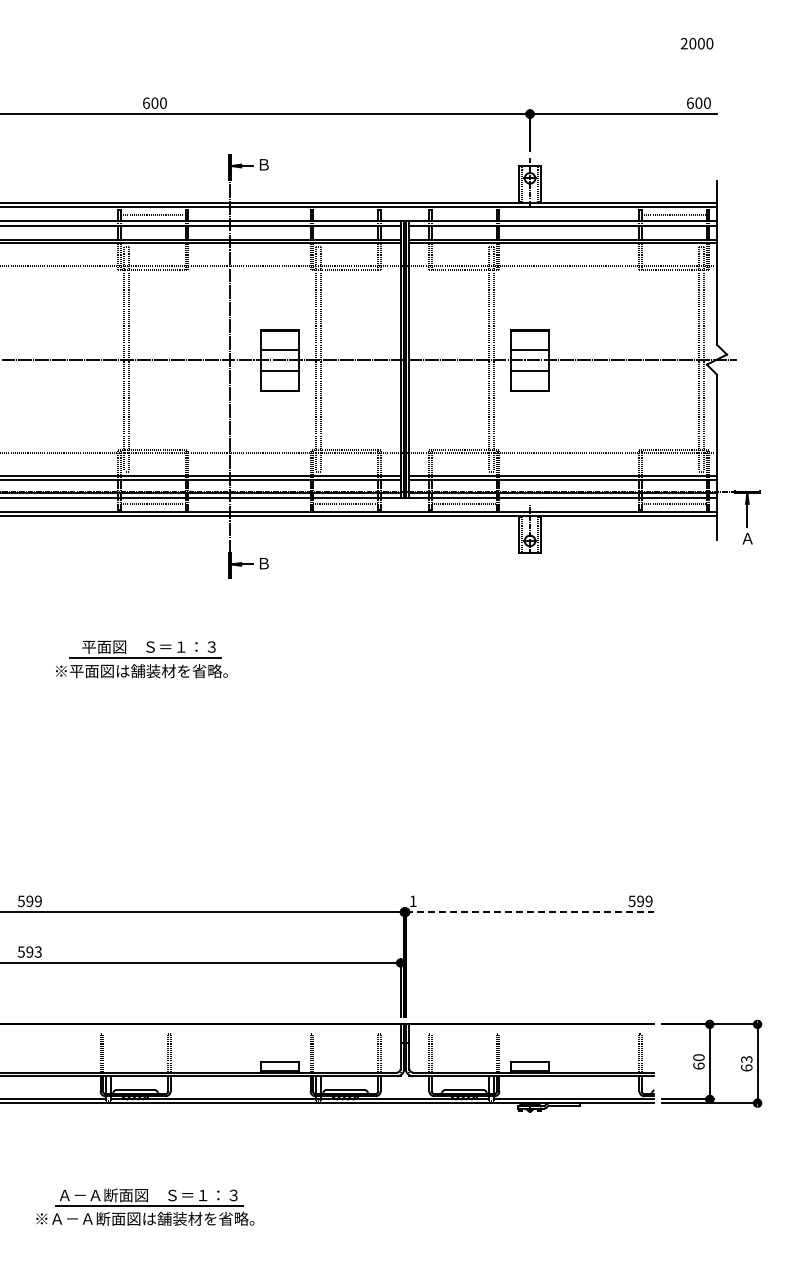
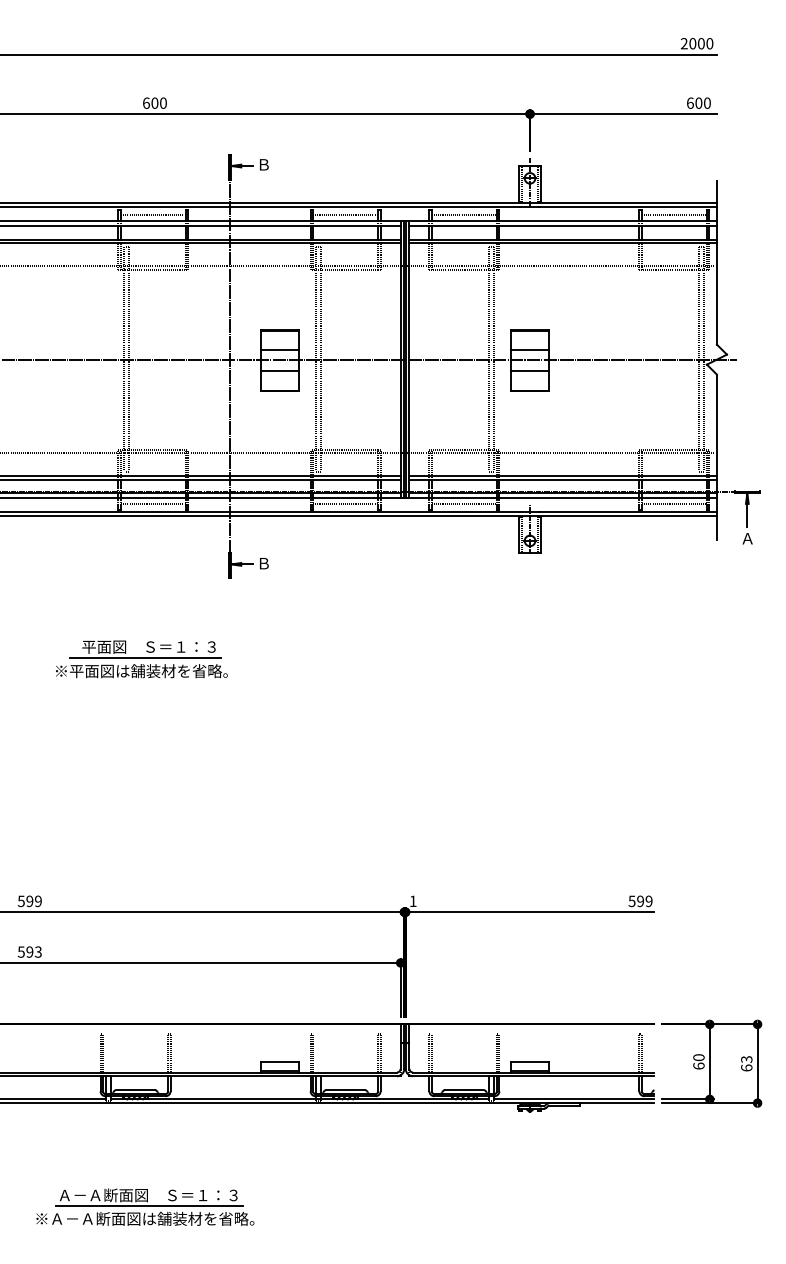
line at (359, 54): none -> present
line at (345, 215): none -> present
line at (463, 215): none -> present
line at (530, 912): dashed -> solid
